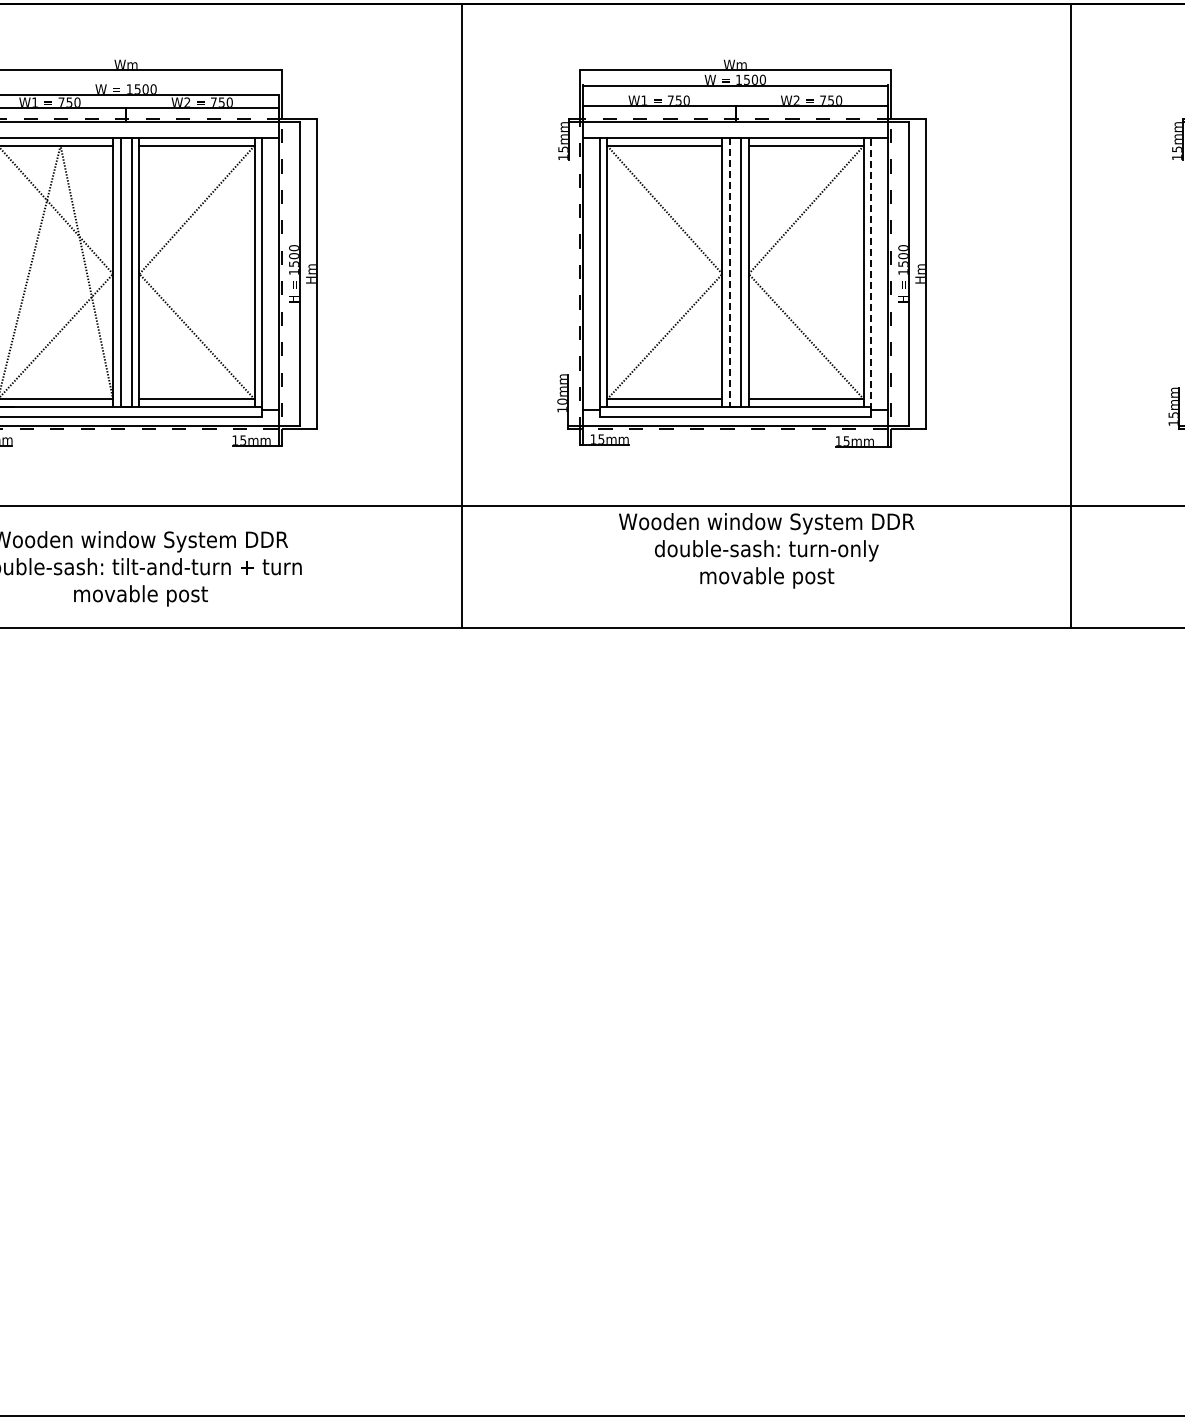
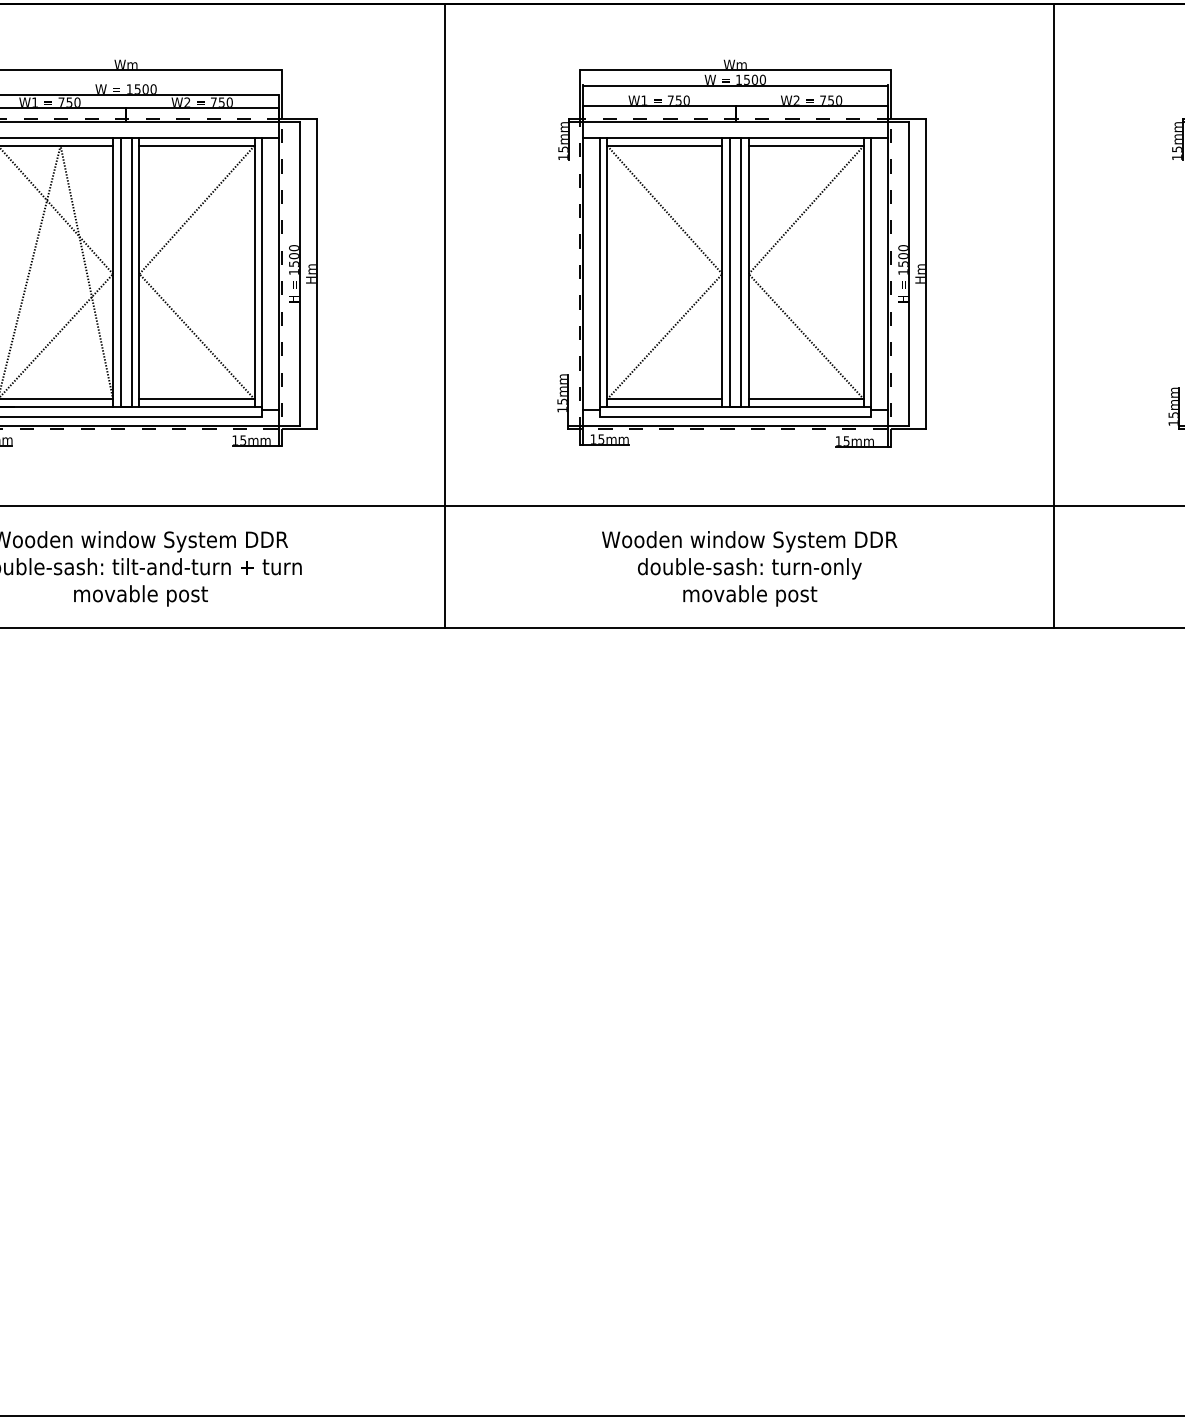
line at (729, 273): dashed -> solid
line at (871, 274): dashed -> solid
line at (462, 315) position: (462, 315) -> (445, 315)
line at (1071, 315) position: (1071, 315) -> (1054, 315)
text at (561, 401): 10mm -> 15mm
text at (766, 550) position: (766, 550) -> (749, 568)
